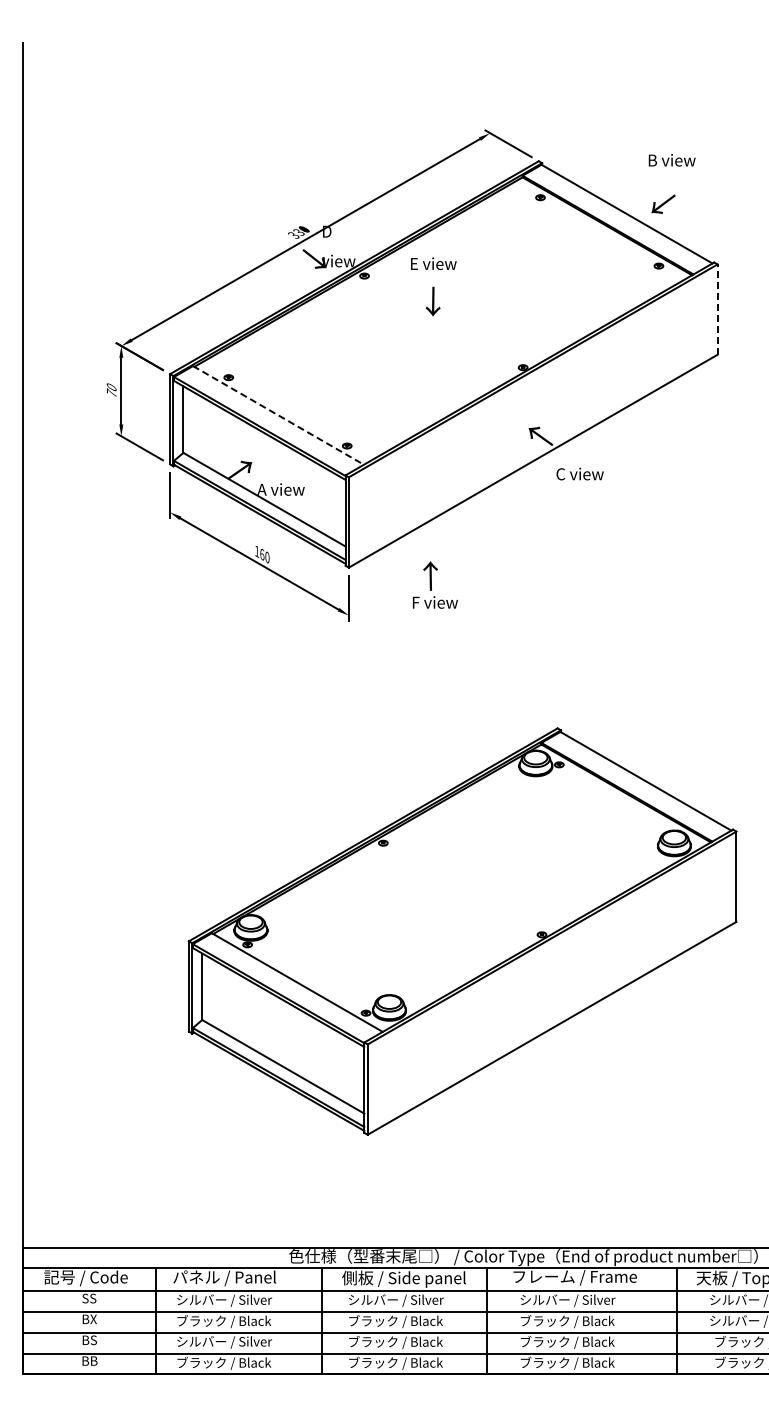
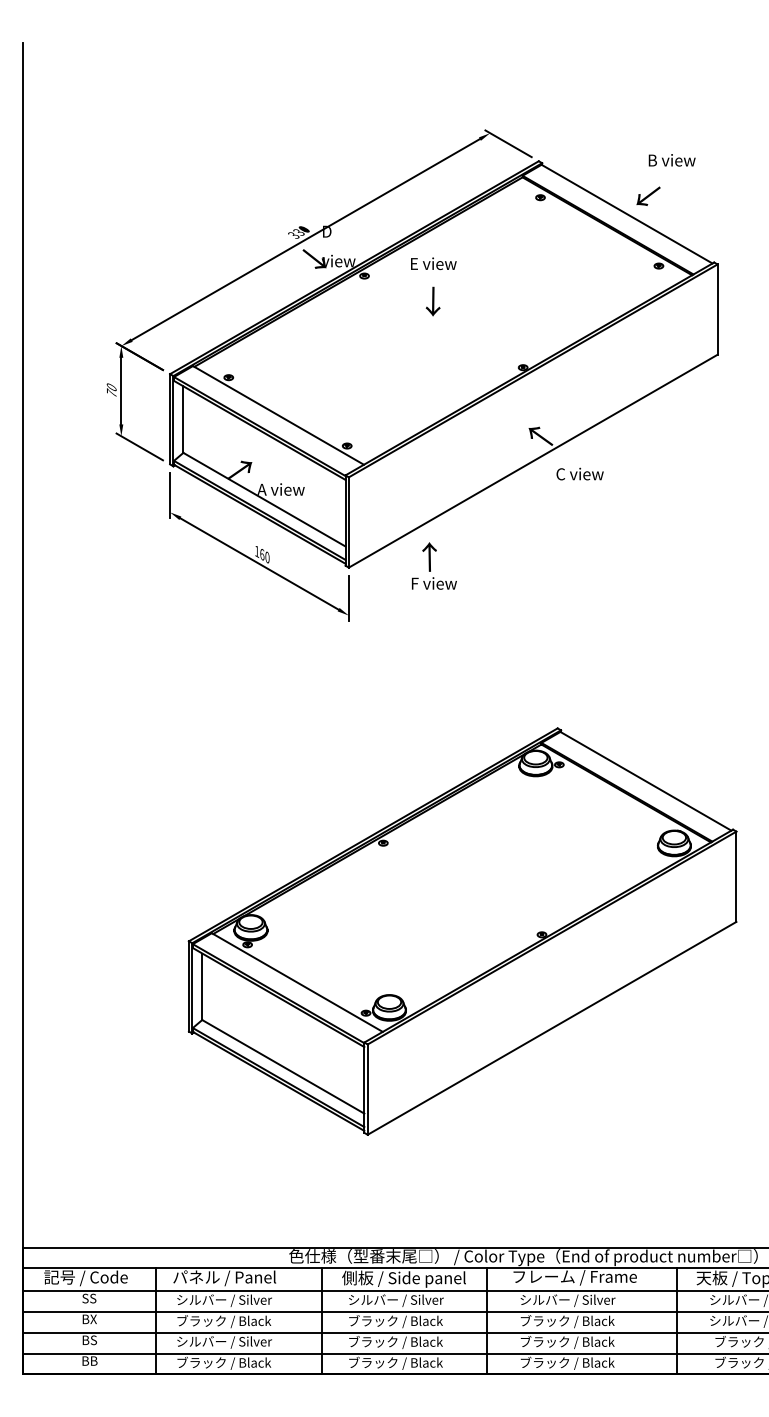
text at (663, 203) position: (663, 203) -> (648, 195)
line at (717, 309): dashed -> solid
line at (278, 415): dashed -> solid
text at (435, 584) position: (435, 584) -> (434, 565)
